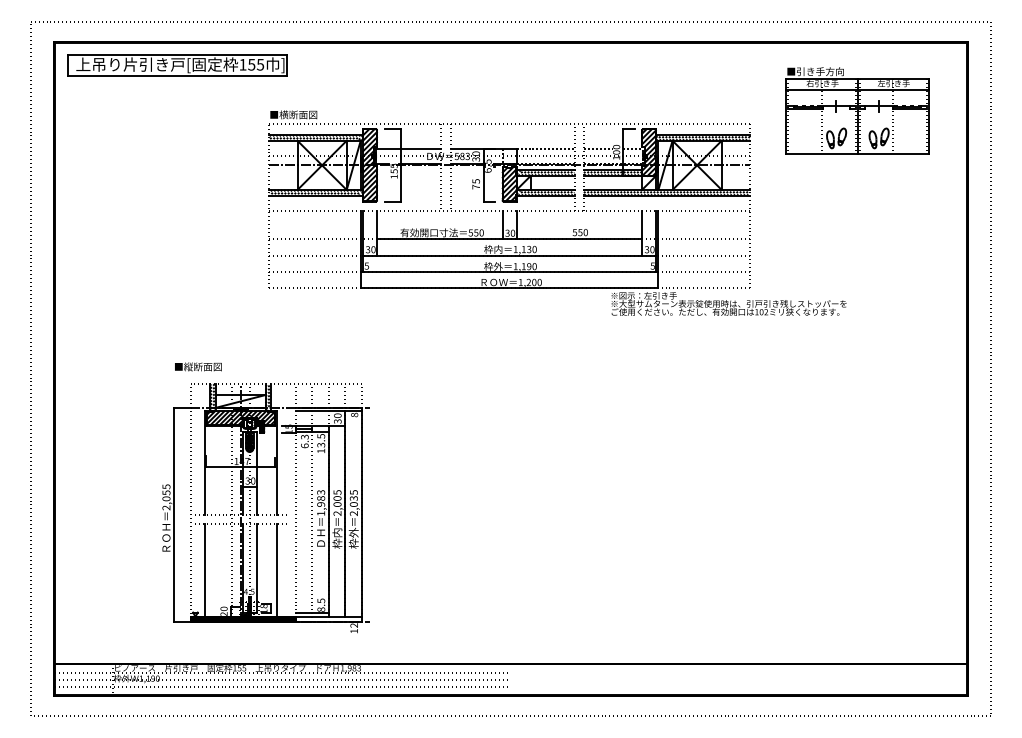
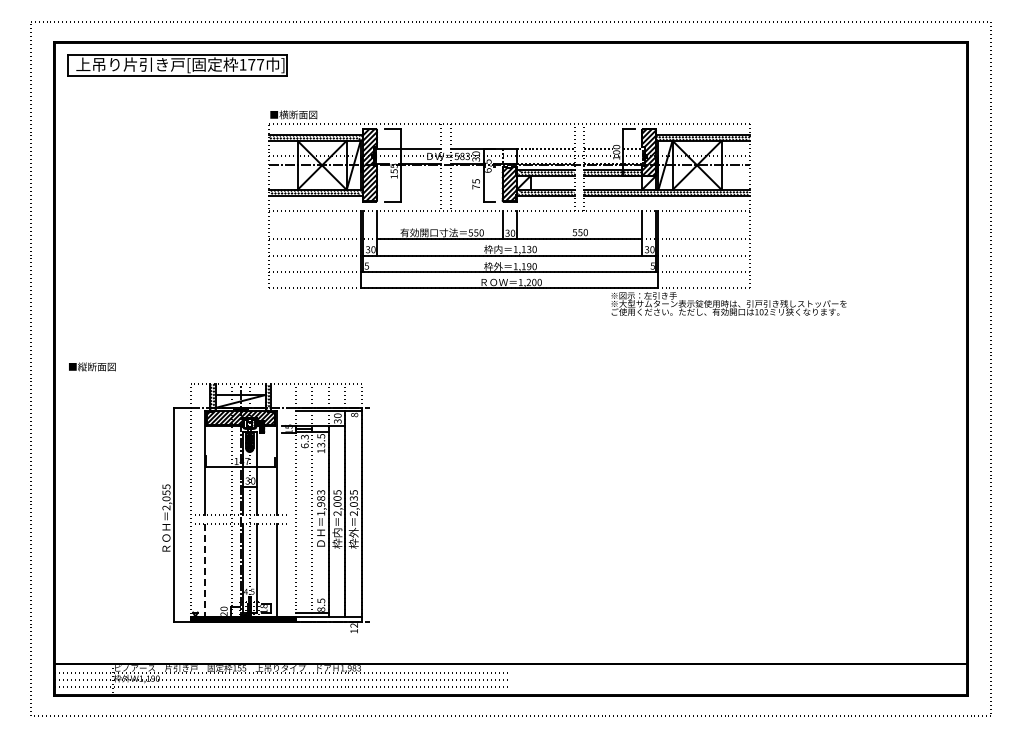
text at (256, 64): 155 -> 177
part at (857, 110): present -> none
text at (198, 366) position: (198, 366) -> (92, 366)
line at (204, 571): solid -> dashed
